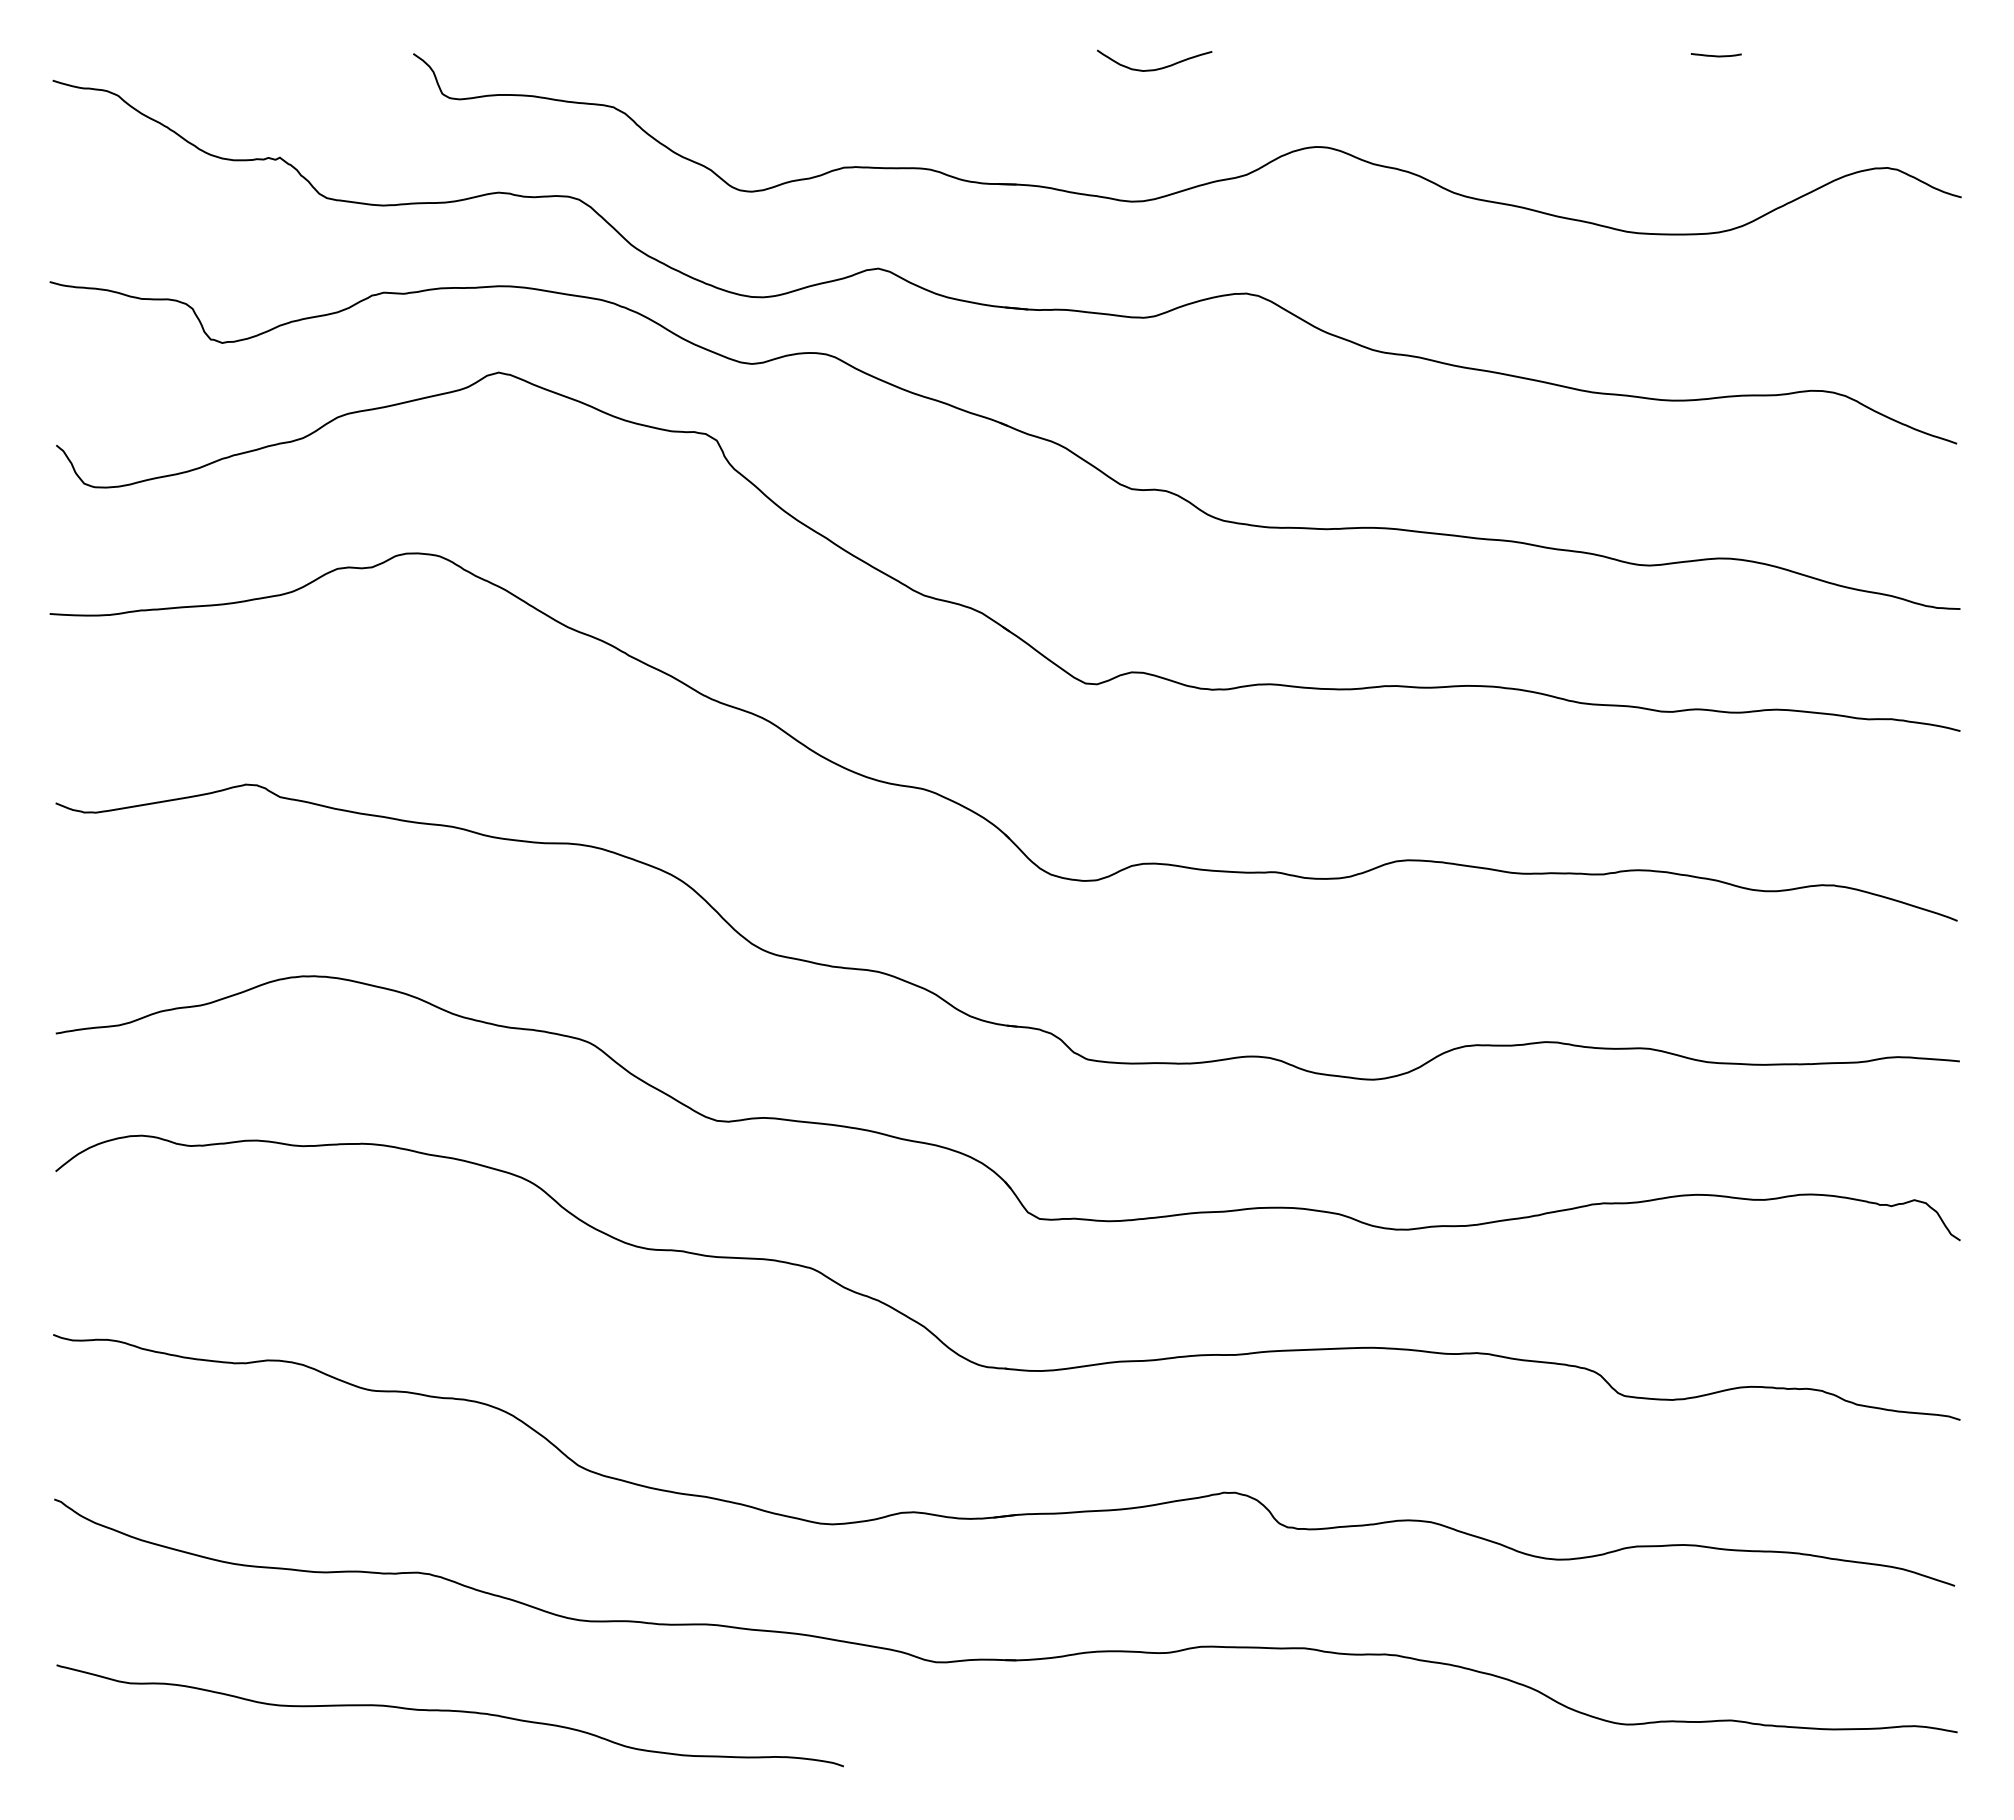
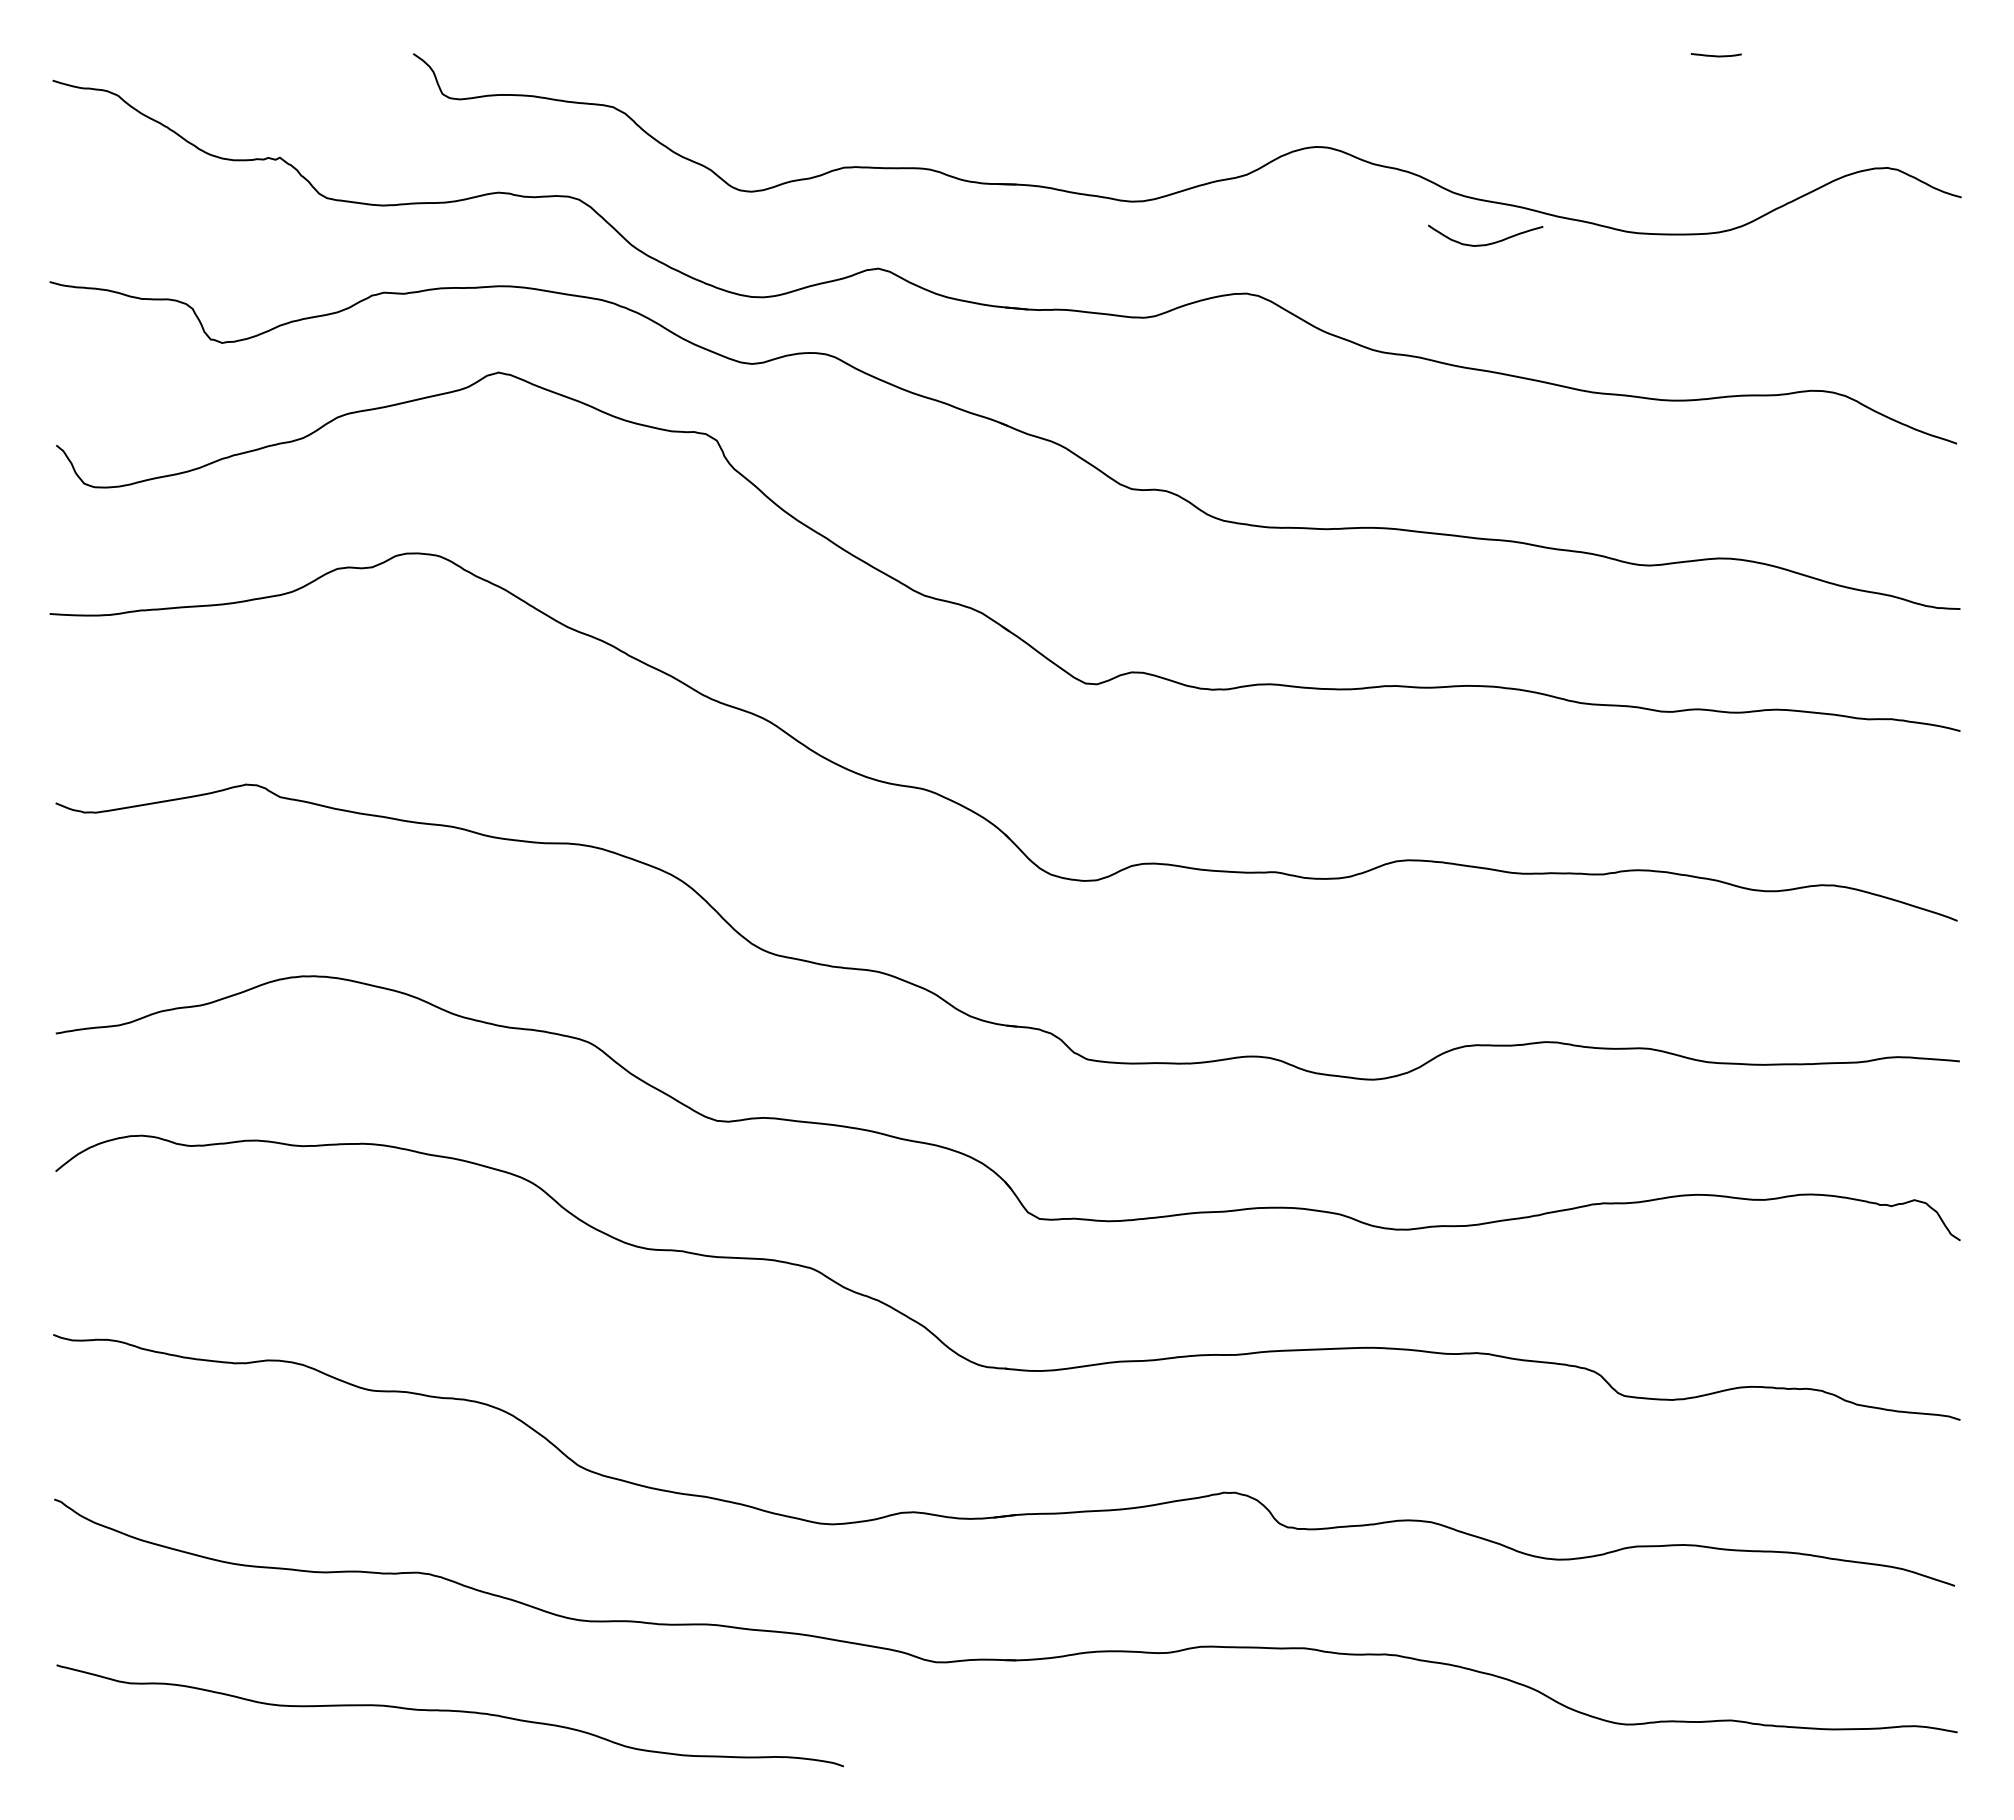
curve at (1156, 68) position: (1156, 68) -> (1487, 243)
